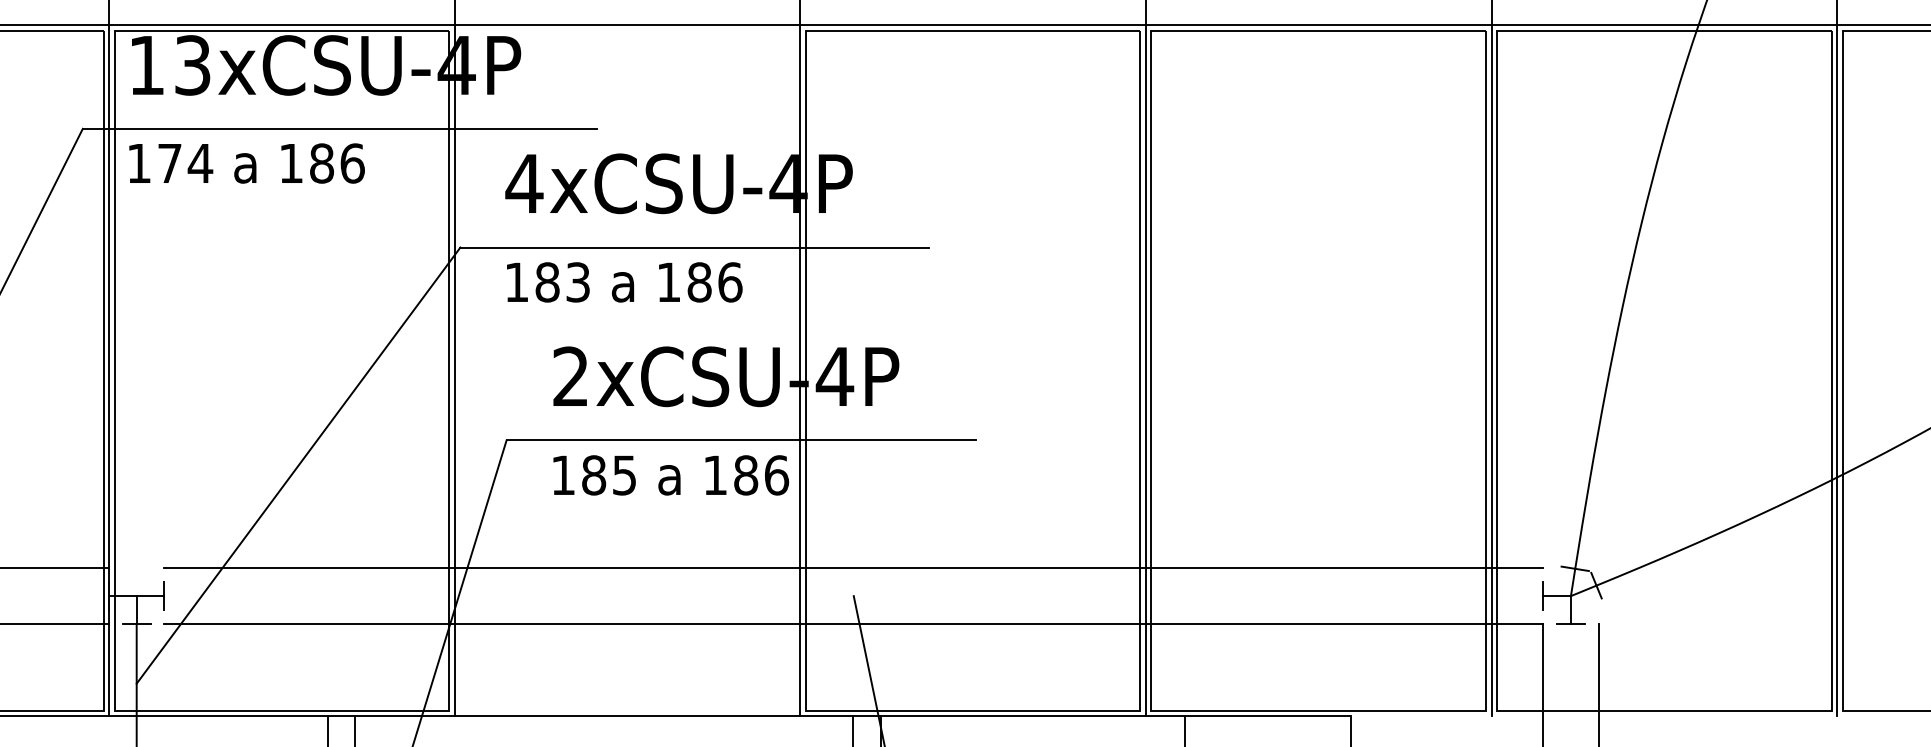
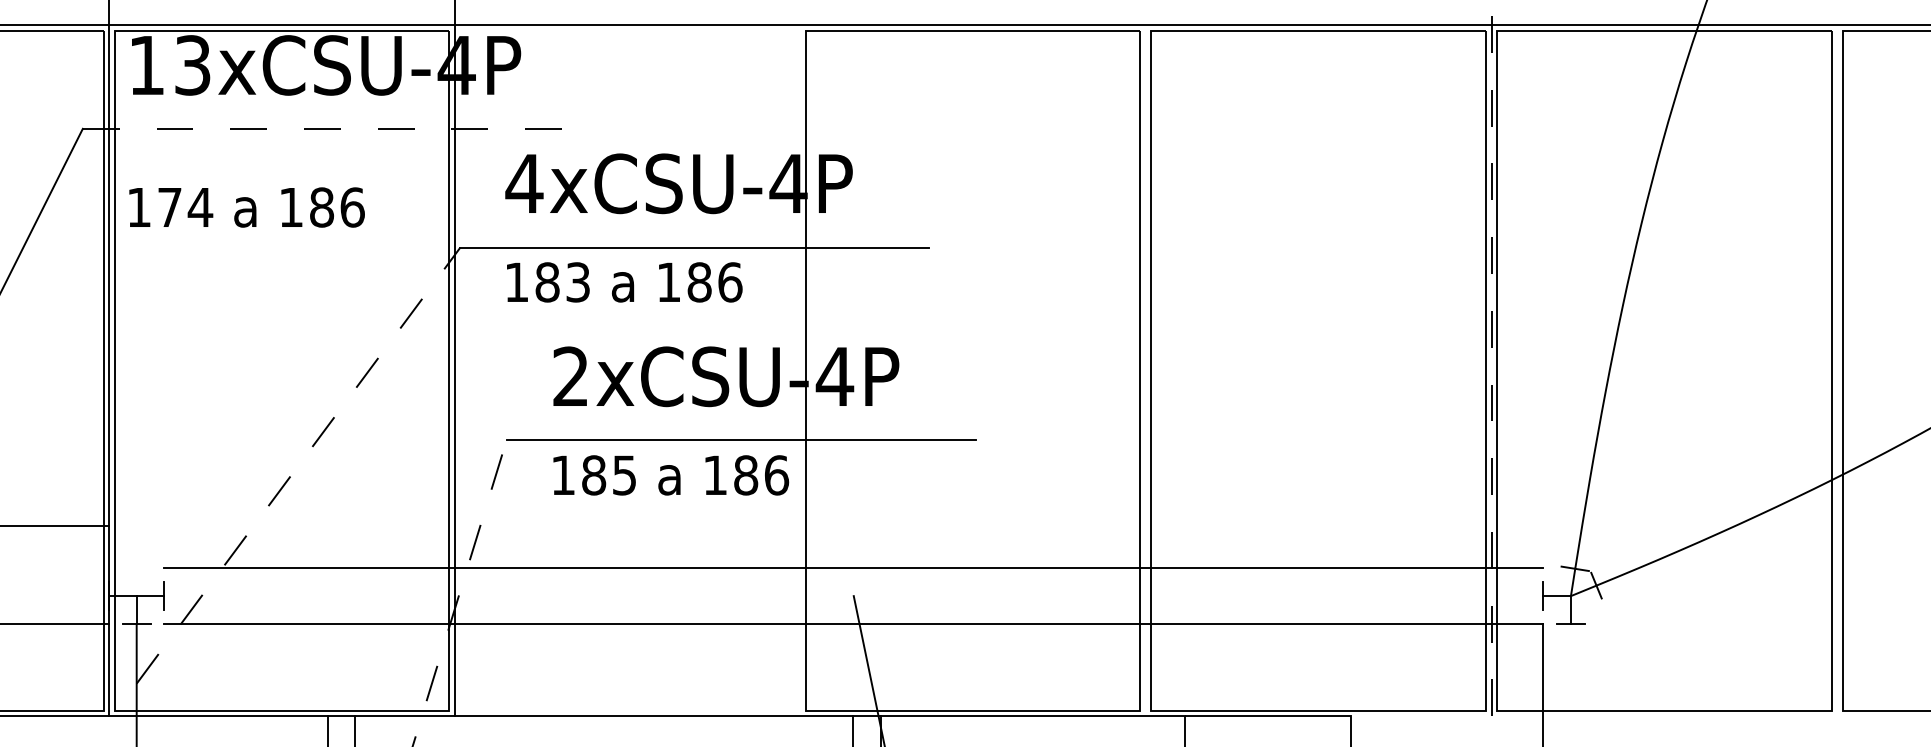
line at (340, 128): solid -> dashed
text at (246, 163) position: (246, 163) -> (246, 207)
line at (1491, 358): solid -> dashed
line at (800, 359): present -> none
line at (1145, 359): present -> none
line at (1837, 359): present -> none
line at (298, 465): solid -> dashed
line at (55, 568) position: (55, 568) -> (55, 526)
line at (459, 593): solid -> dashed
line at (1598, 683): present -> none
